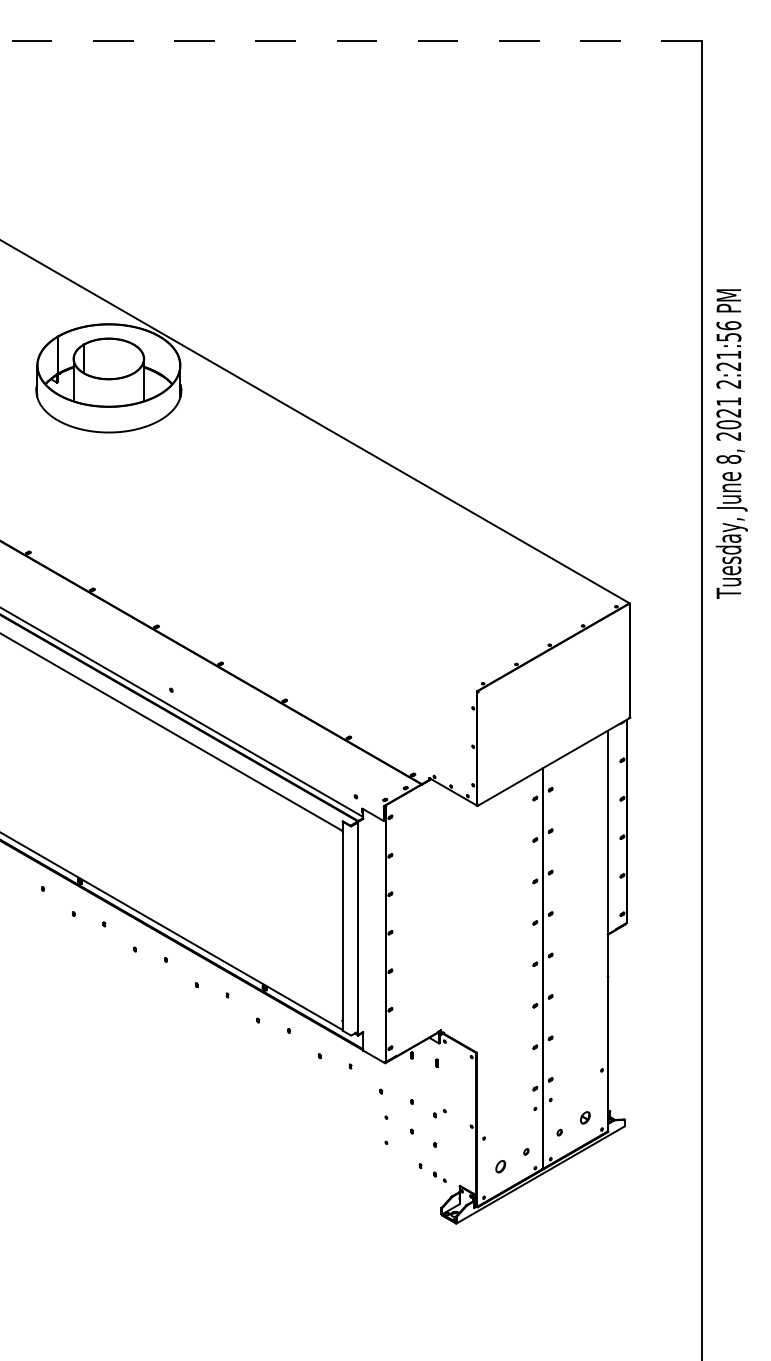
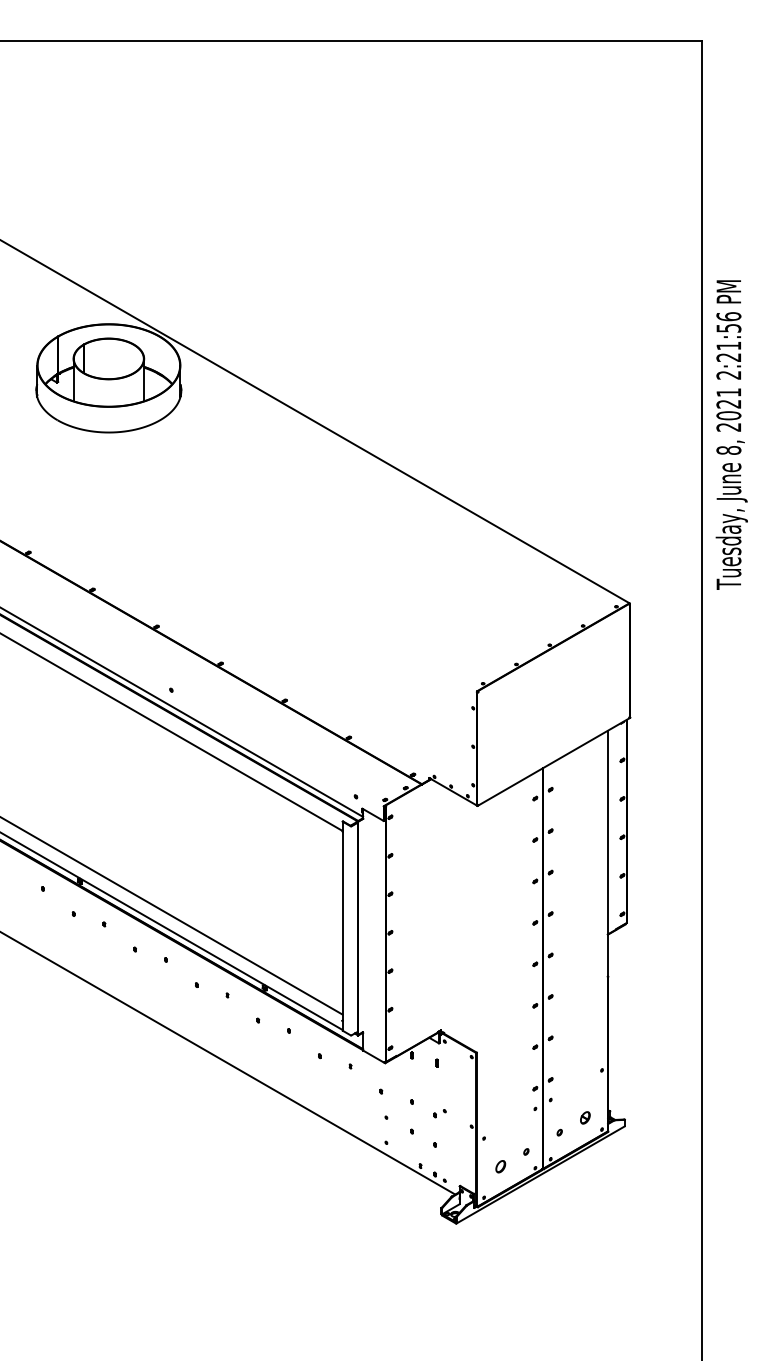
line at (351, 40): dashed -> solid
text at (731, 443) position: (731, 443) -> (731, 434)
line at (172, 916): none -> present
line at (228, 1063): none -> present
